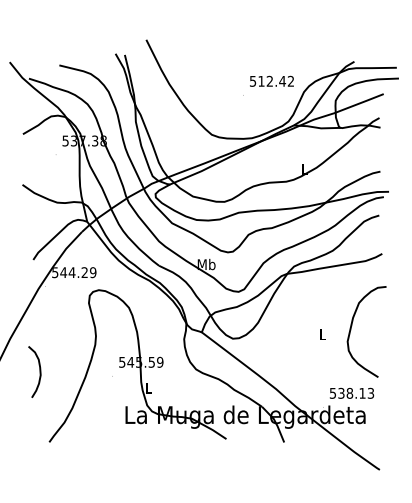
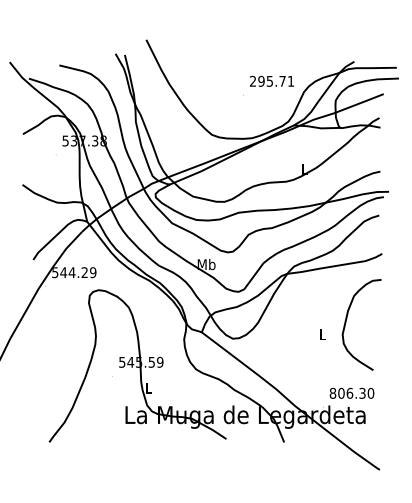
text at (271, 80): 512.42 -> 295.71
curve at (351, 330) position: (351, 330) -> (346, 323)
curve at (39, 371): present -> none
text at (351, 392): 538.13 -> 806.30
